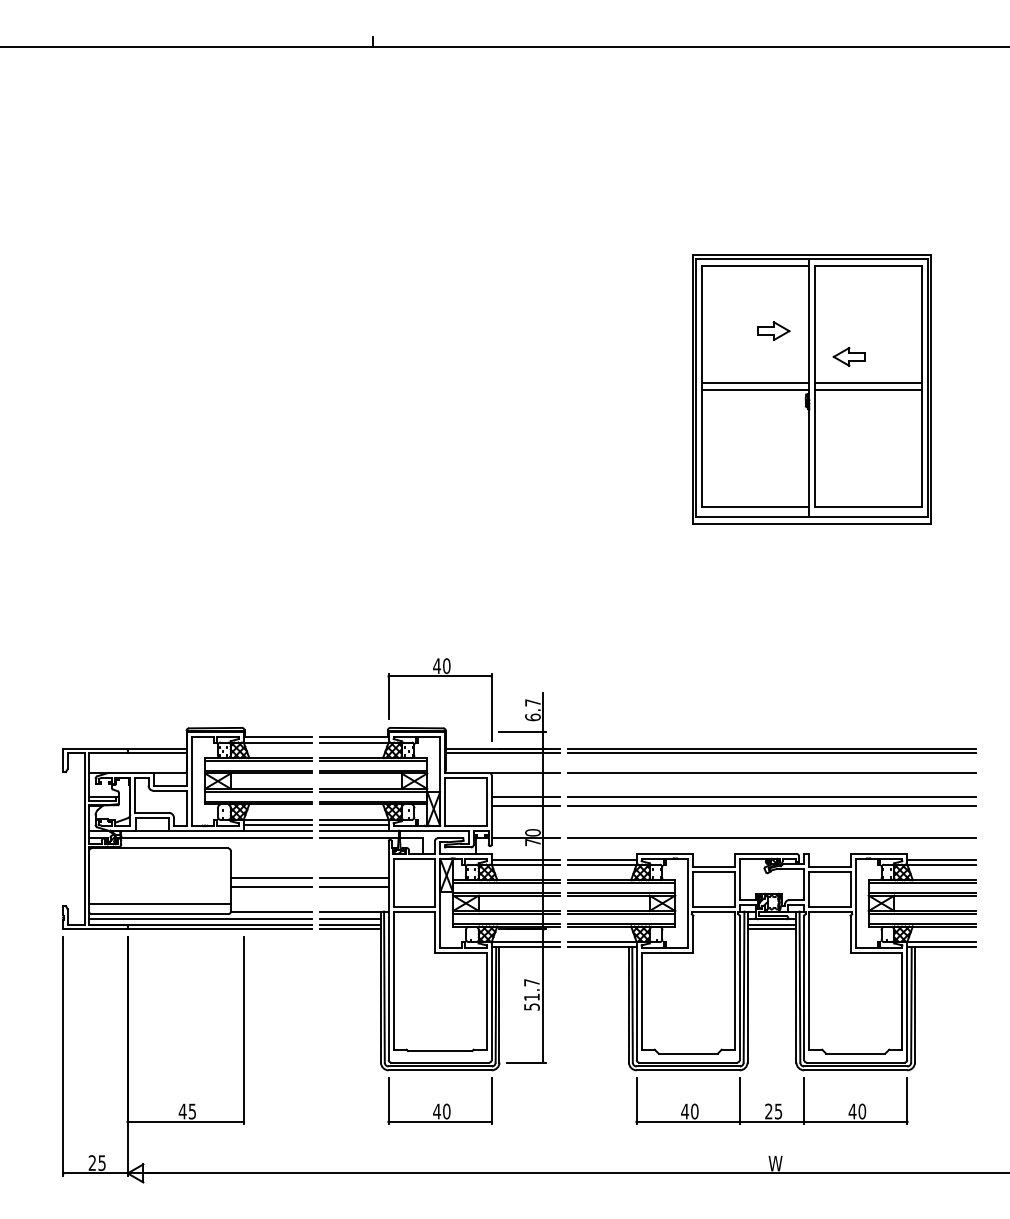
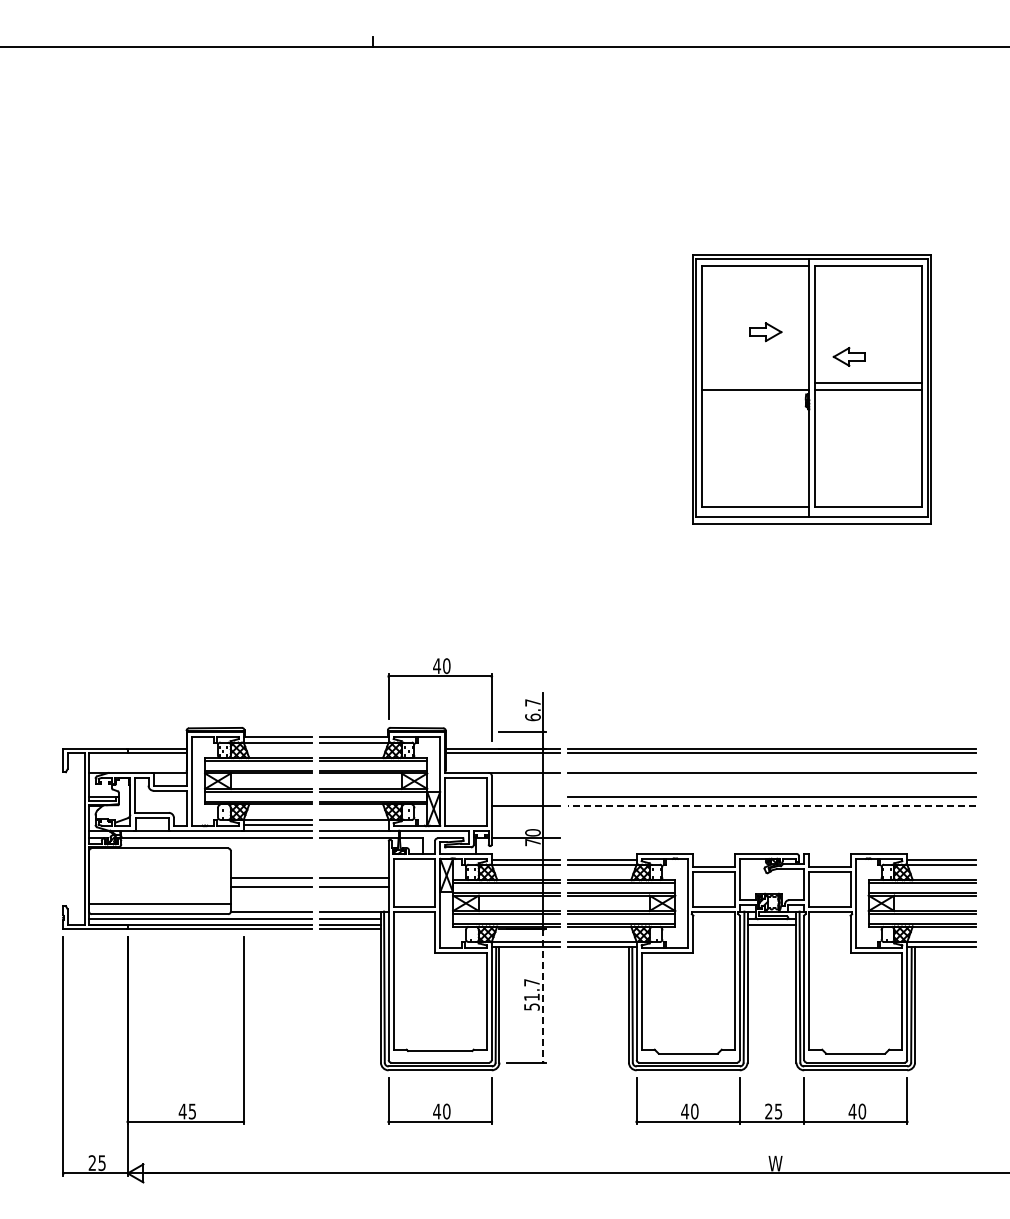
part at (773, 331) position: (773, 331) -> (765, 332)
line at (755, 382): present -> none
line at (525, 797): present -> none
line at (772, 806): solid -> dashed
line at (354, 825): present -> none
line at (771, 838): present -> none
line at (771, 929): present -> none
line at (543, 995): solid -> dashed
